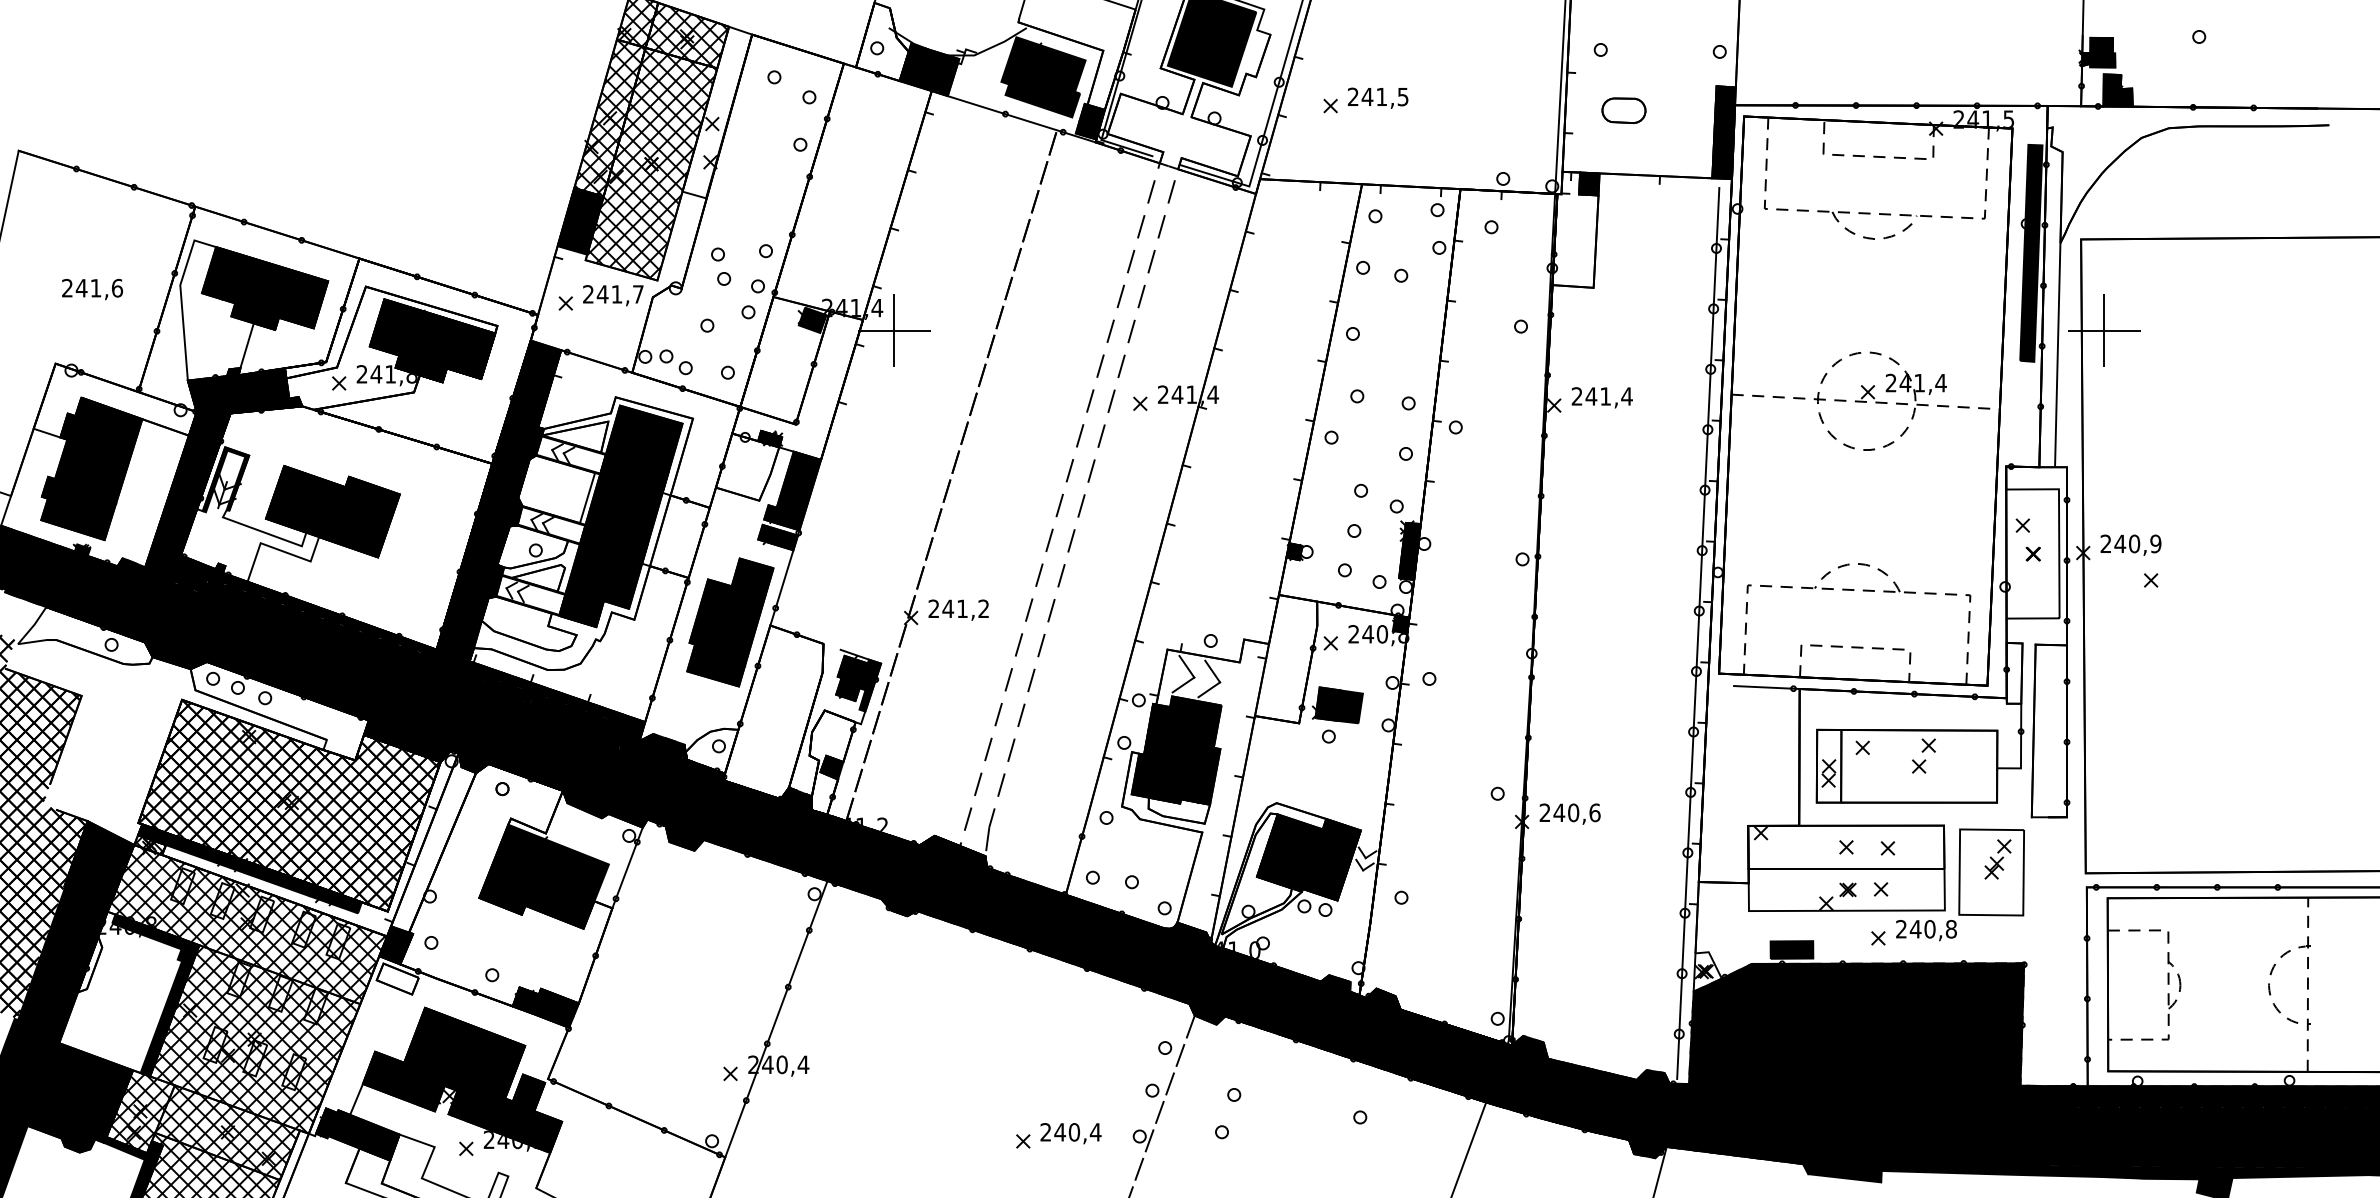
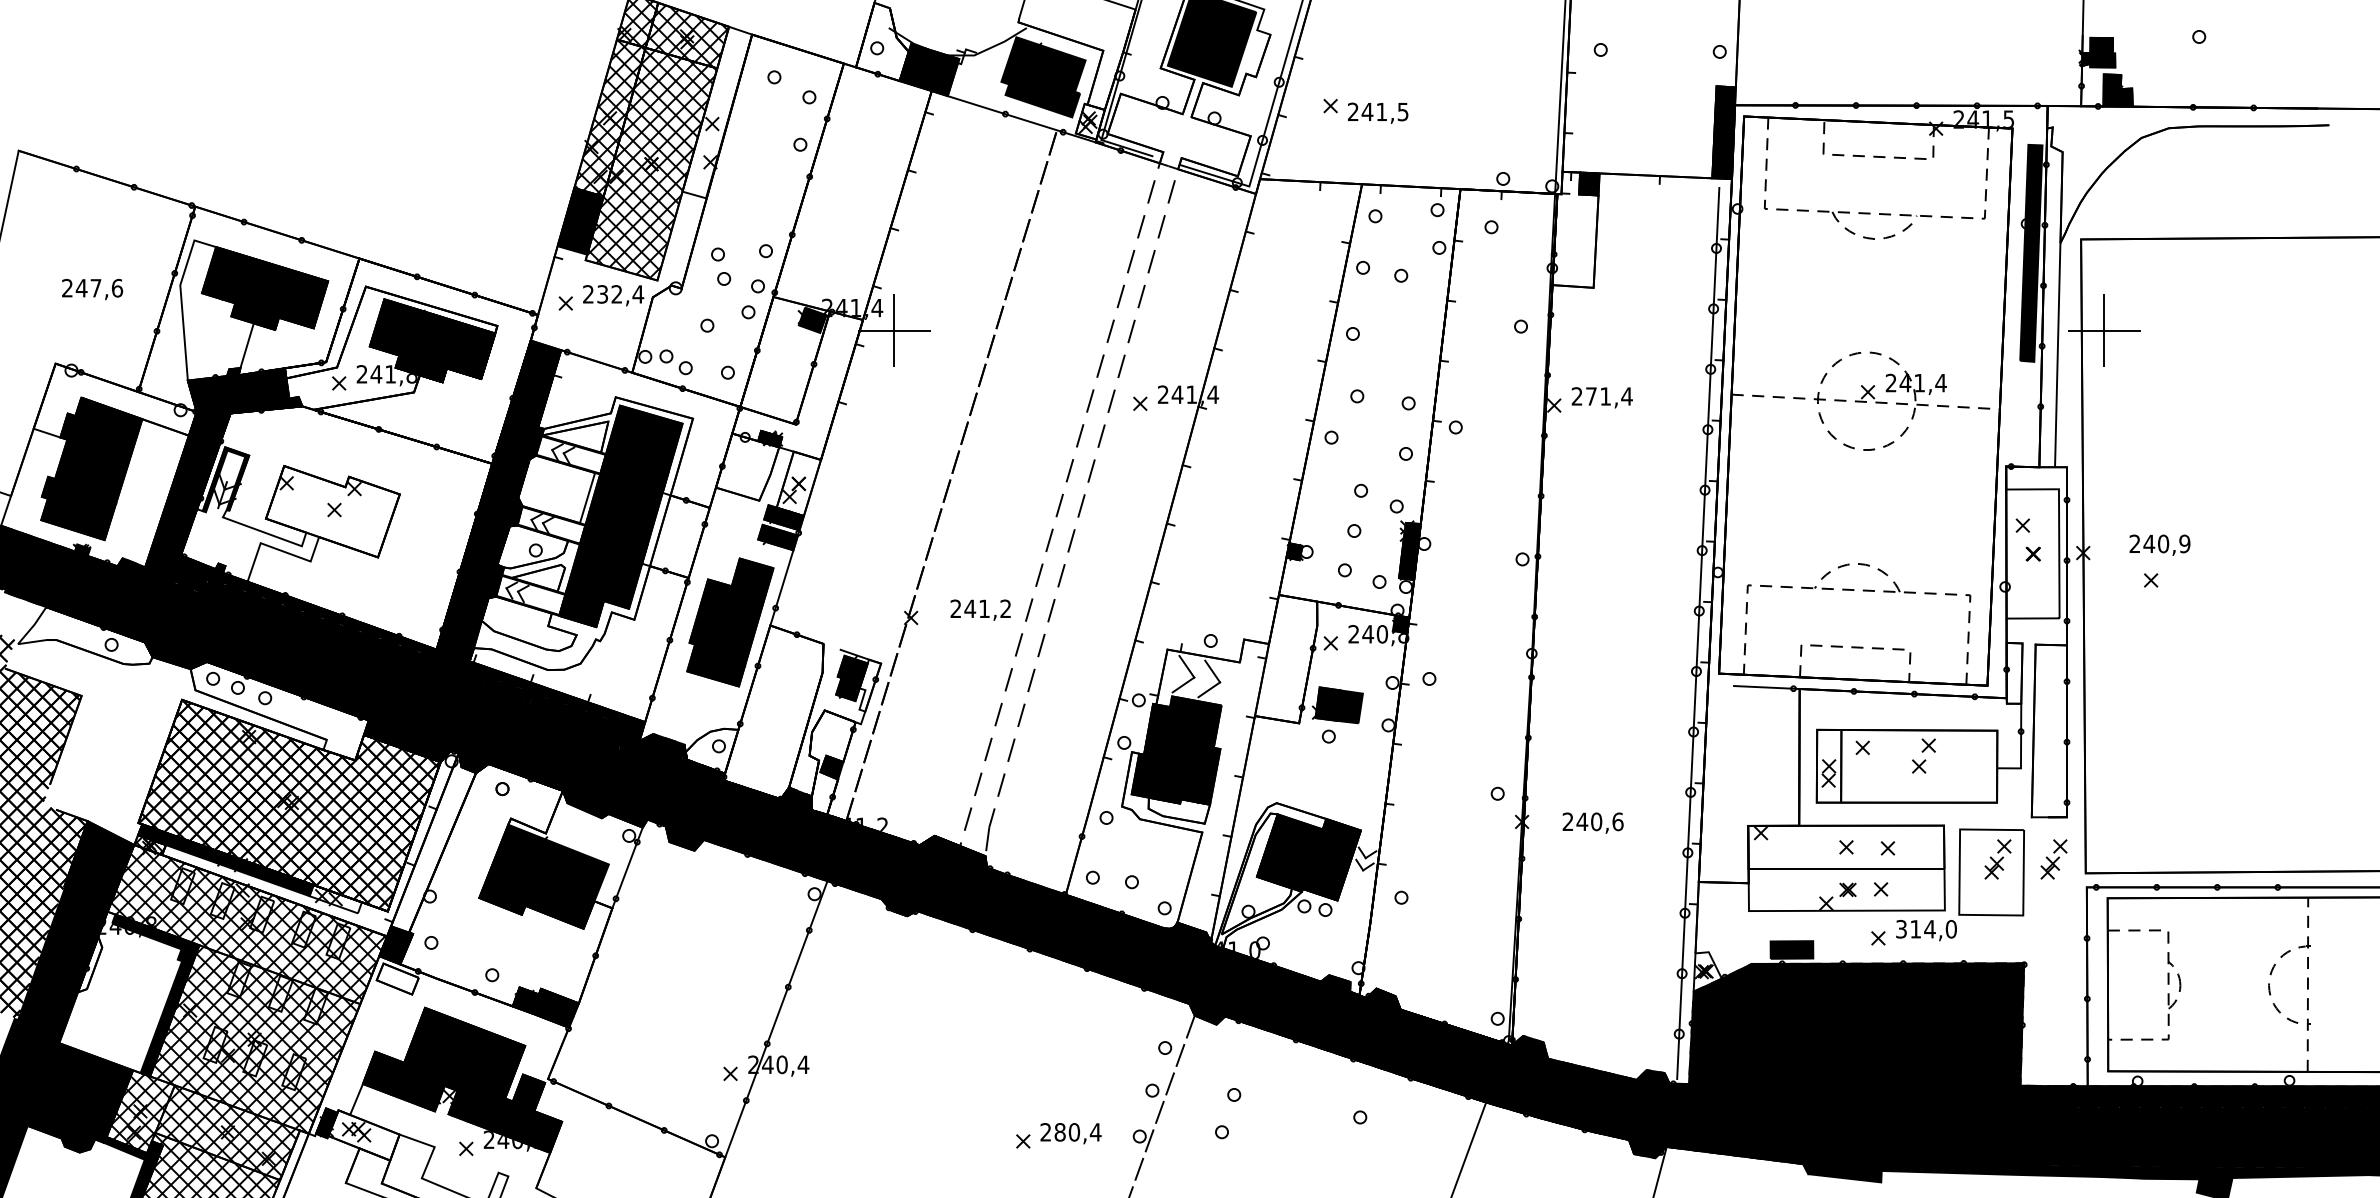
text at (1378, 97) position: (1378, 97) -> (1378, 112)
part at (1623, 110): present -> none
fill at (1089, 121): present -> none
text at (95, 288): 241,6 -> 247,6
text at (620, 294): 241,7 -> 232,4
text at (1591, 396): 241,4 -> 271,4
fill at (798, 483): present -> none
fill at (332, 511): present -> none
text at (2130, 544) position: (2130, 544) -> (2159, 544)
text at (958, 609) position: (958, 609) -> (980, 609)
fill at (870, 685): present -> none
text at (1569, 813) position: (1569, 813) -> (1592, 822)
part at (2053, 859): none -> present
fill at (335, 899): present -> none
text at (1926, 929): 240,8 -> 314,0
text at (1060, 1132): 240,4 -> 280,4
fill at (363, 1135): present -> none
